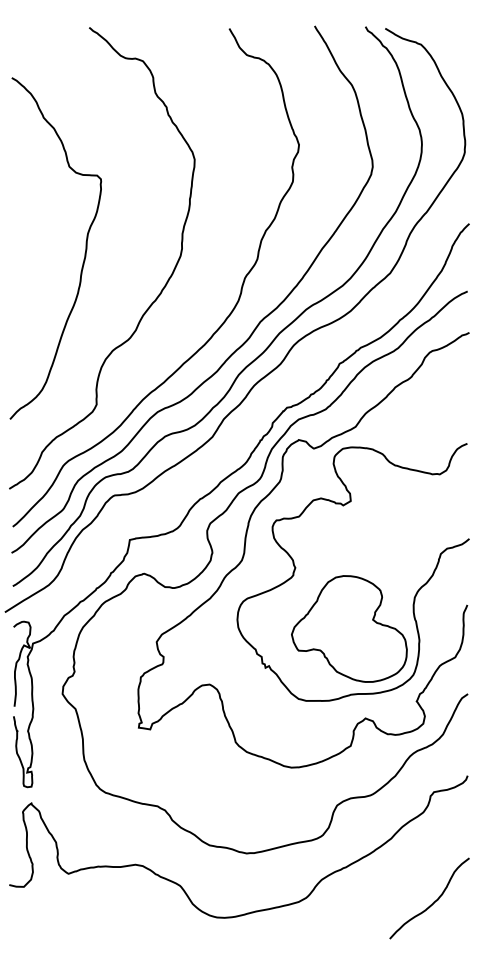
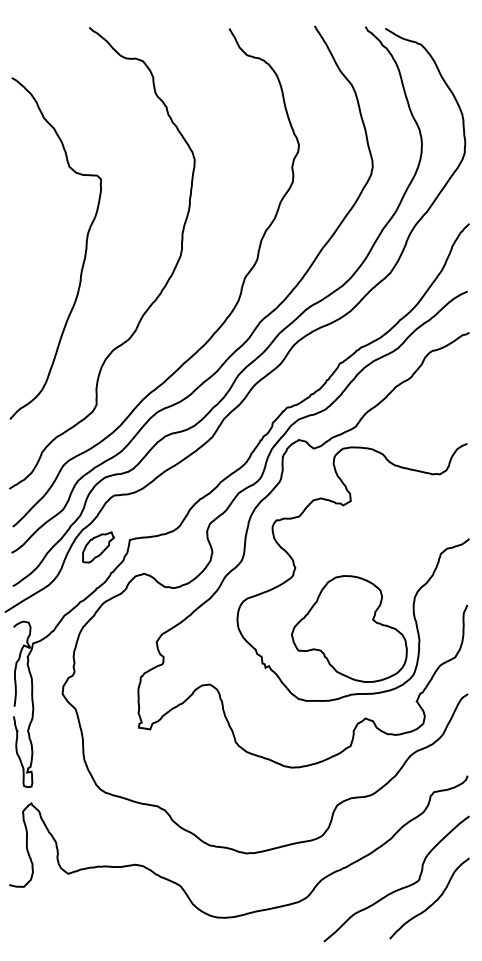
part at (98, 547): none -> present
curve at (401, 887): none -> present
